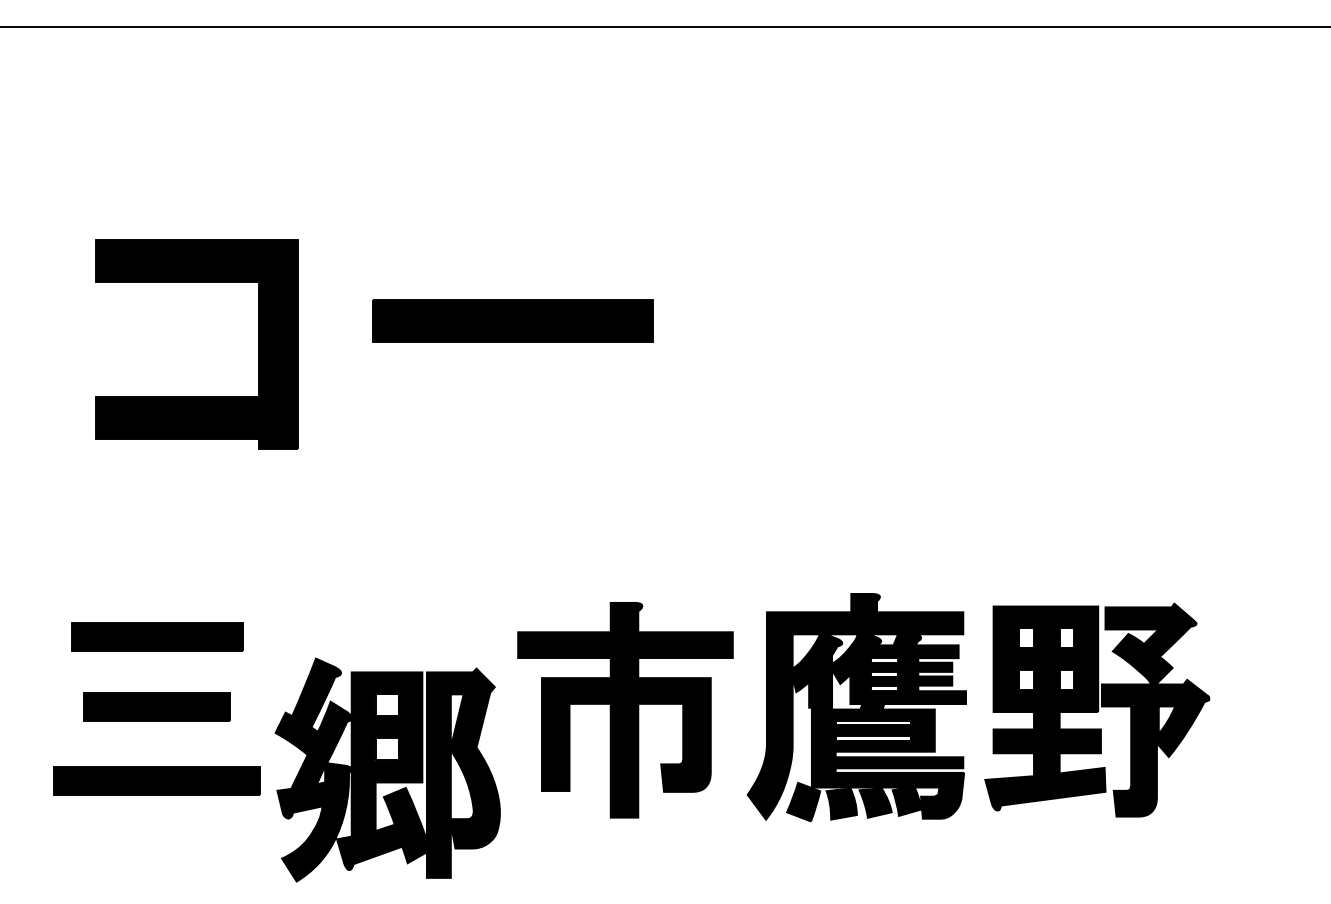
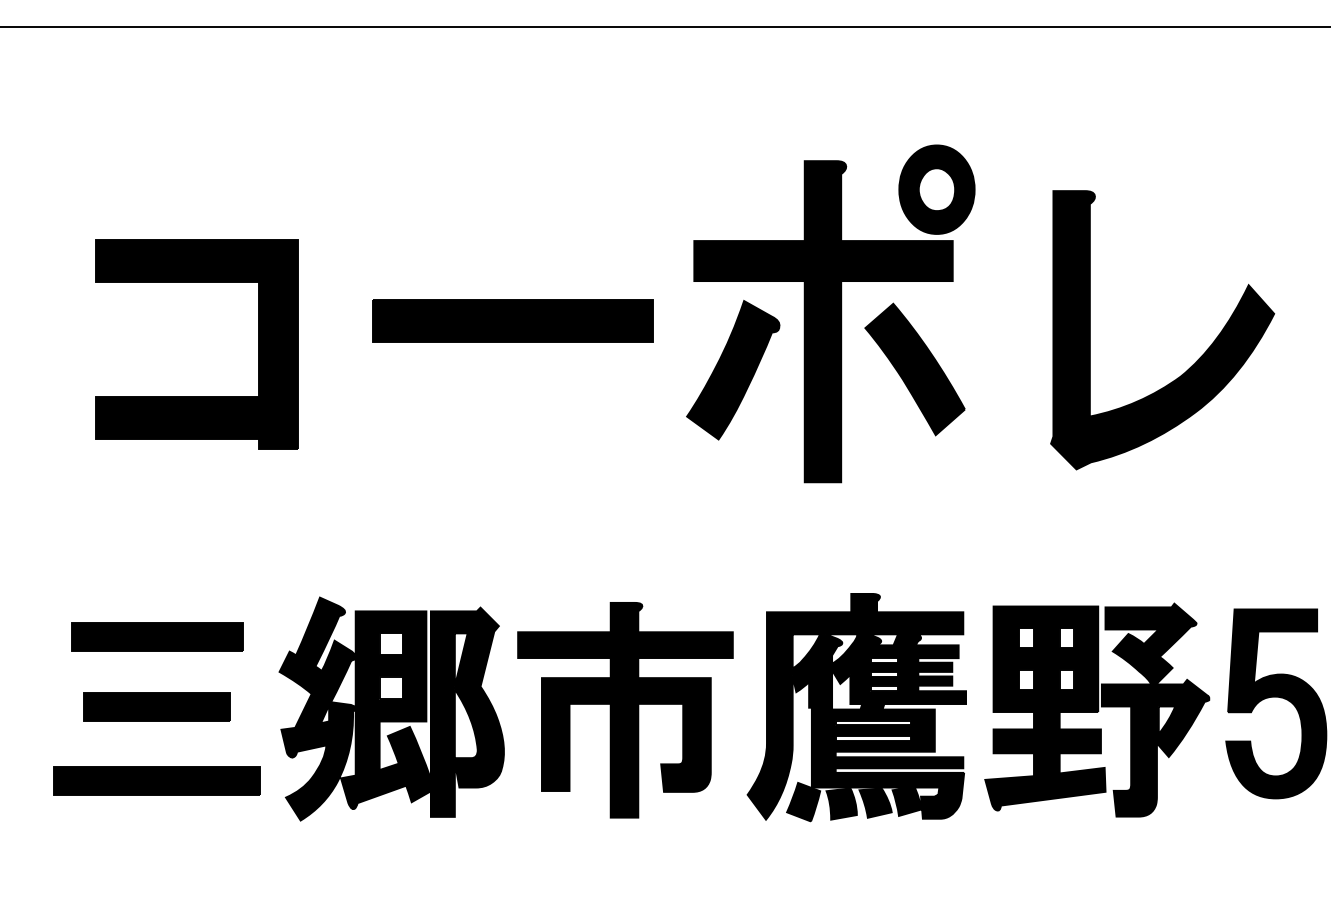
part at (830, 313): none -> present
part at (1196, 360): none -> present
part at (1276, 703): none -> present
part at (387, 769) position: (387, 769) -> (391, 708)
